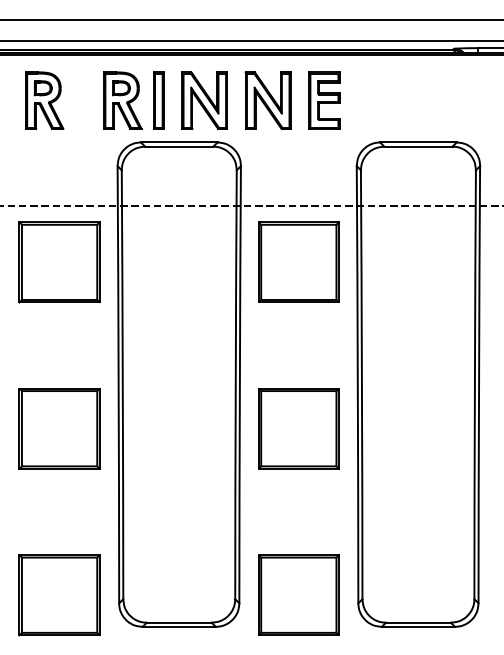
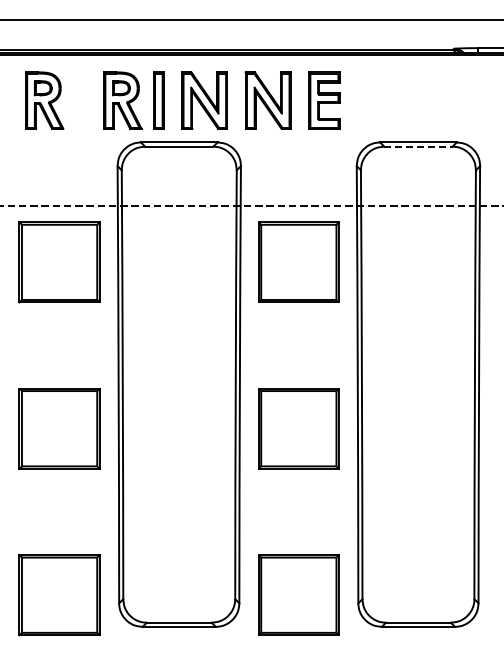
line at (251, 40): present -> none
line at (418, 146): solid -> dashed
